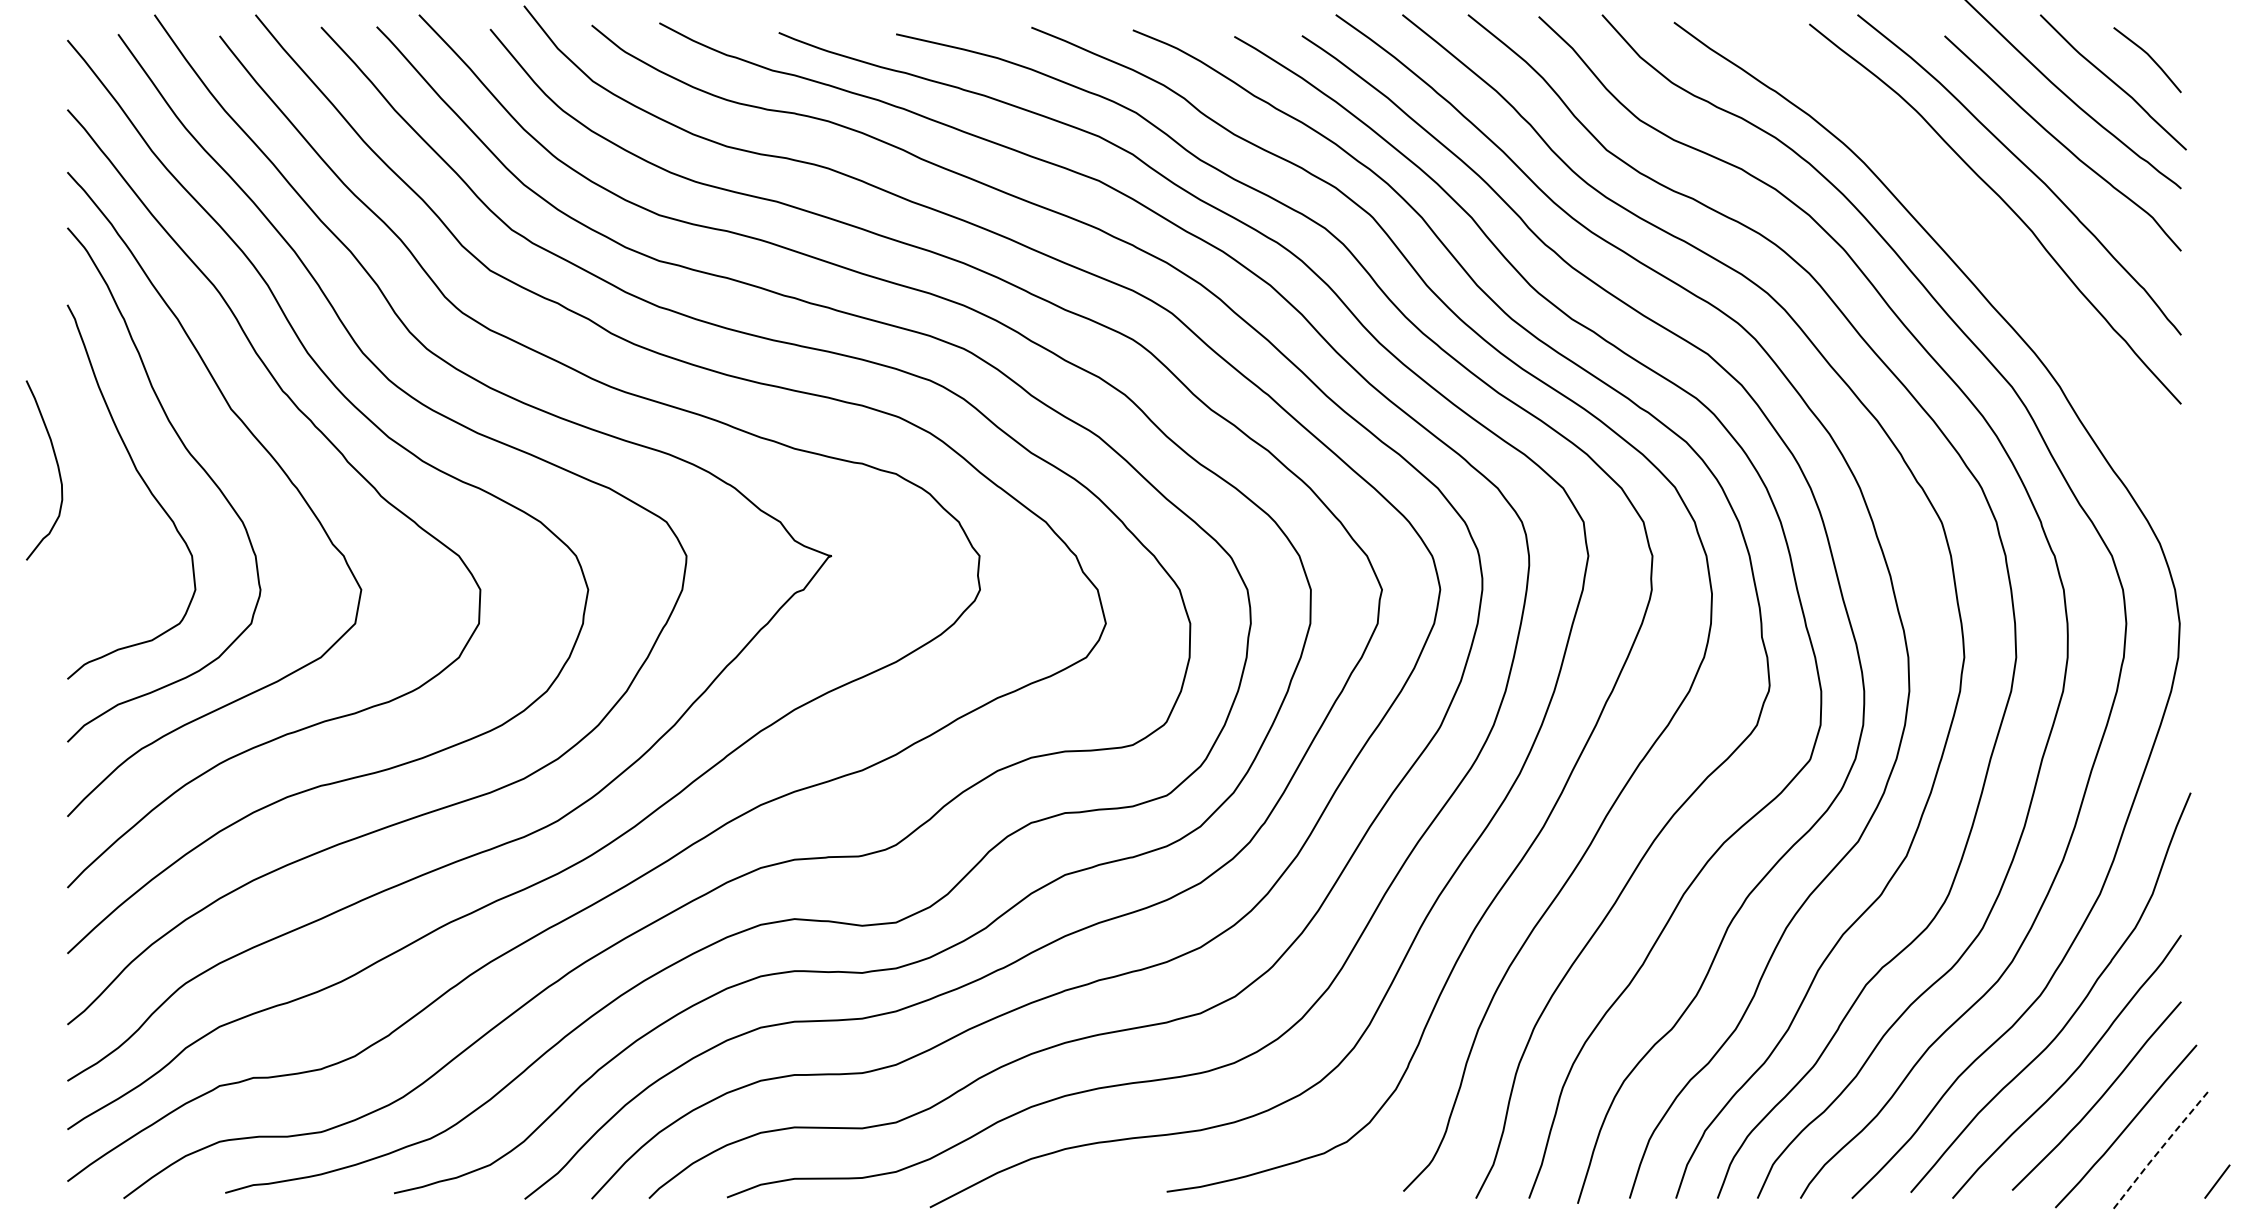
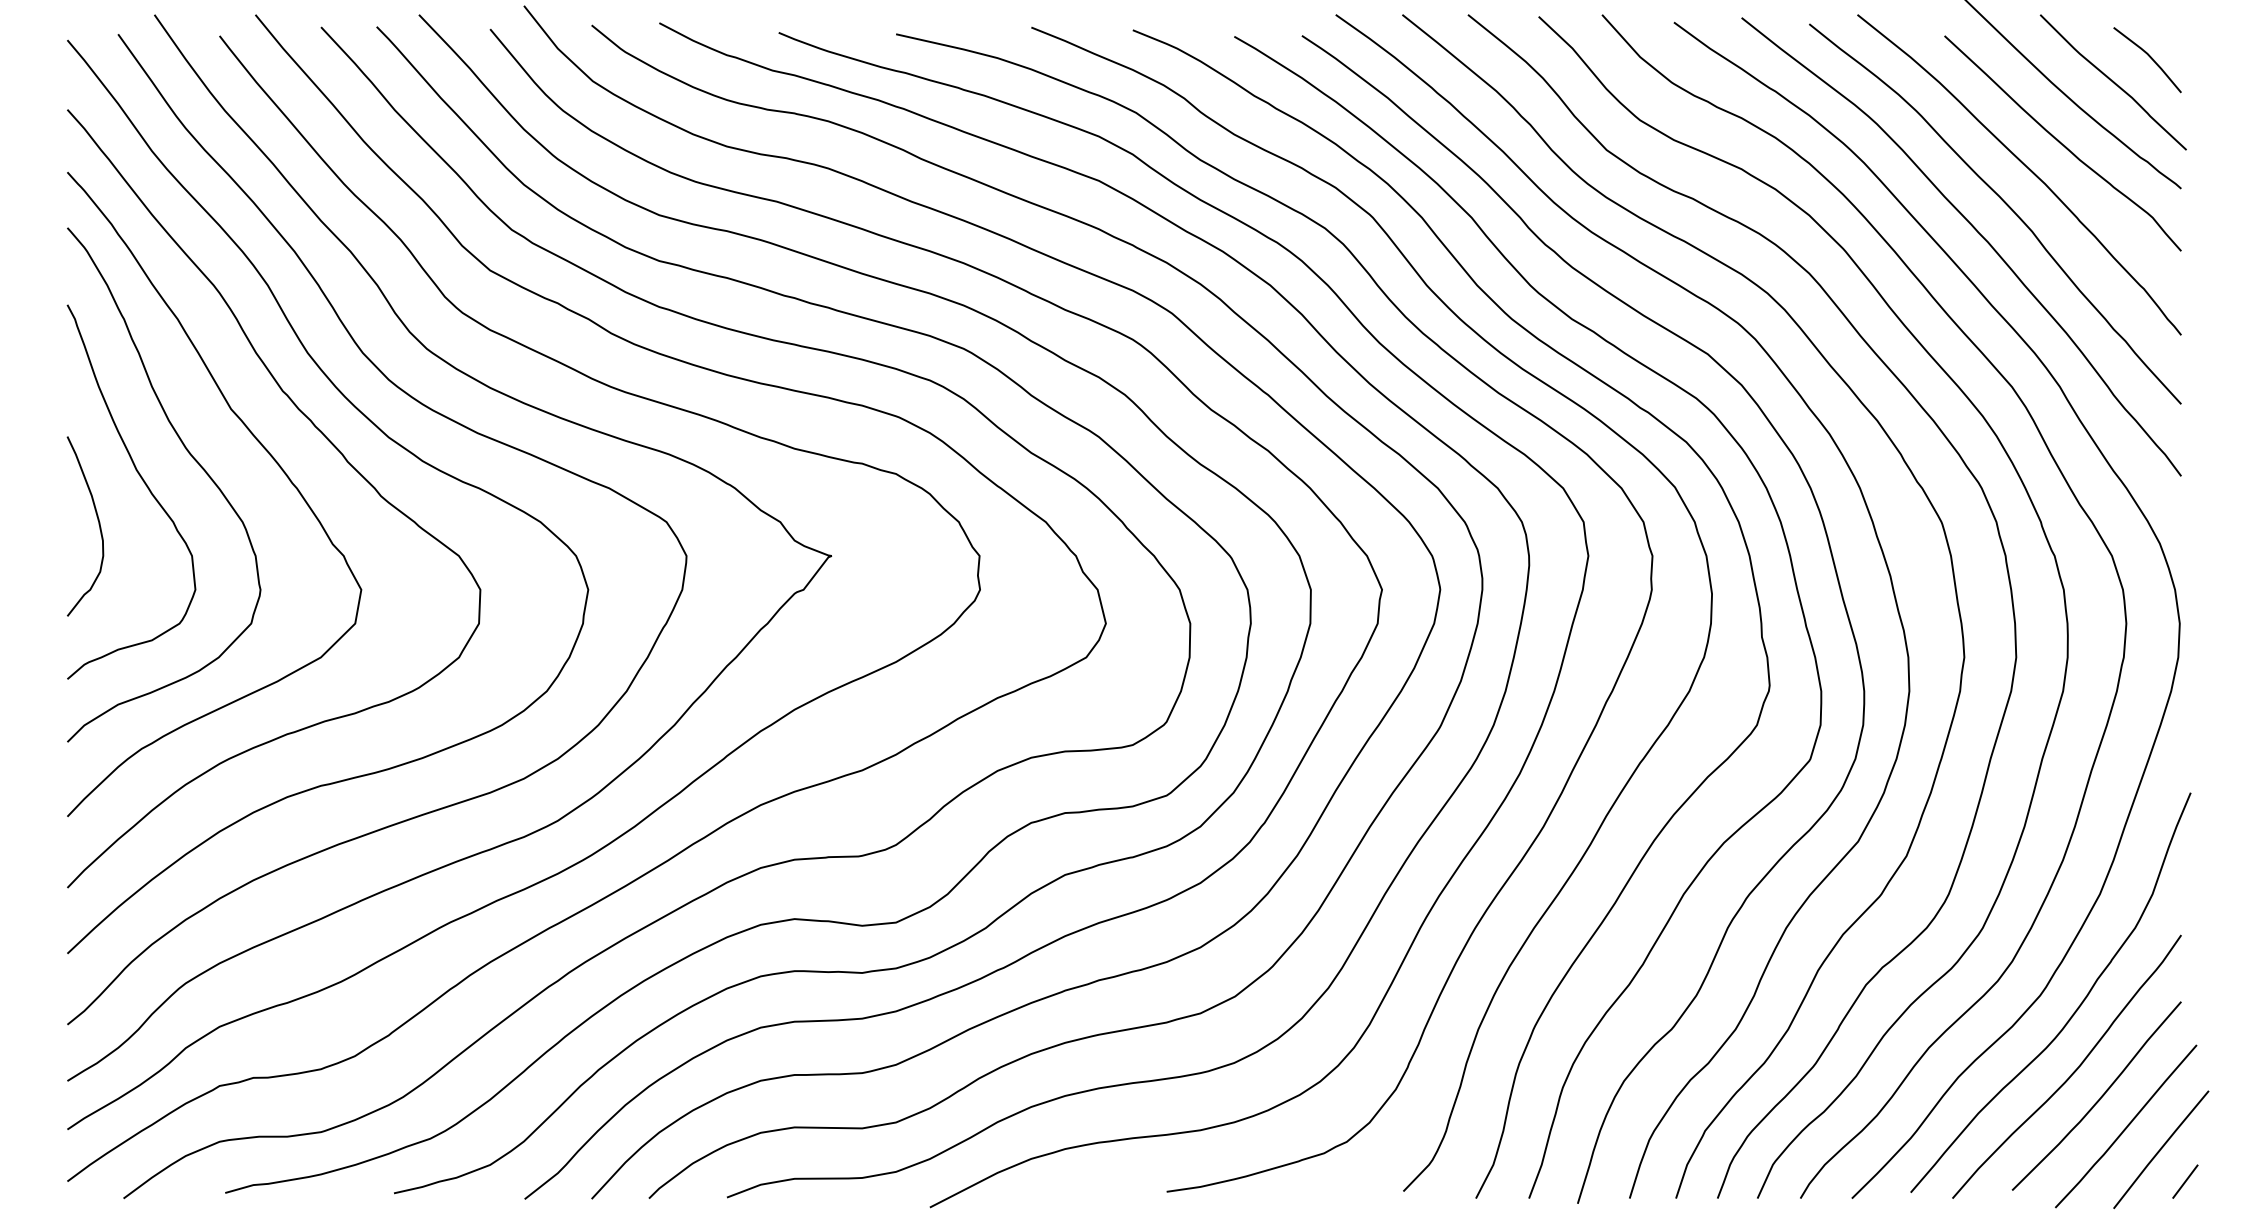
curve at (1976, 231): none -> present
curve at (57, 468) position: (57, 468) -> (98, 524)
line at (2161, 1148): dashed -> solid
line at (2217, 1181) position: (2217, 1181) -> (2185, 1181)
